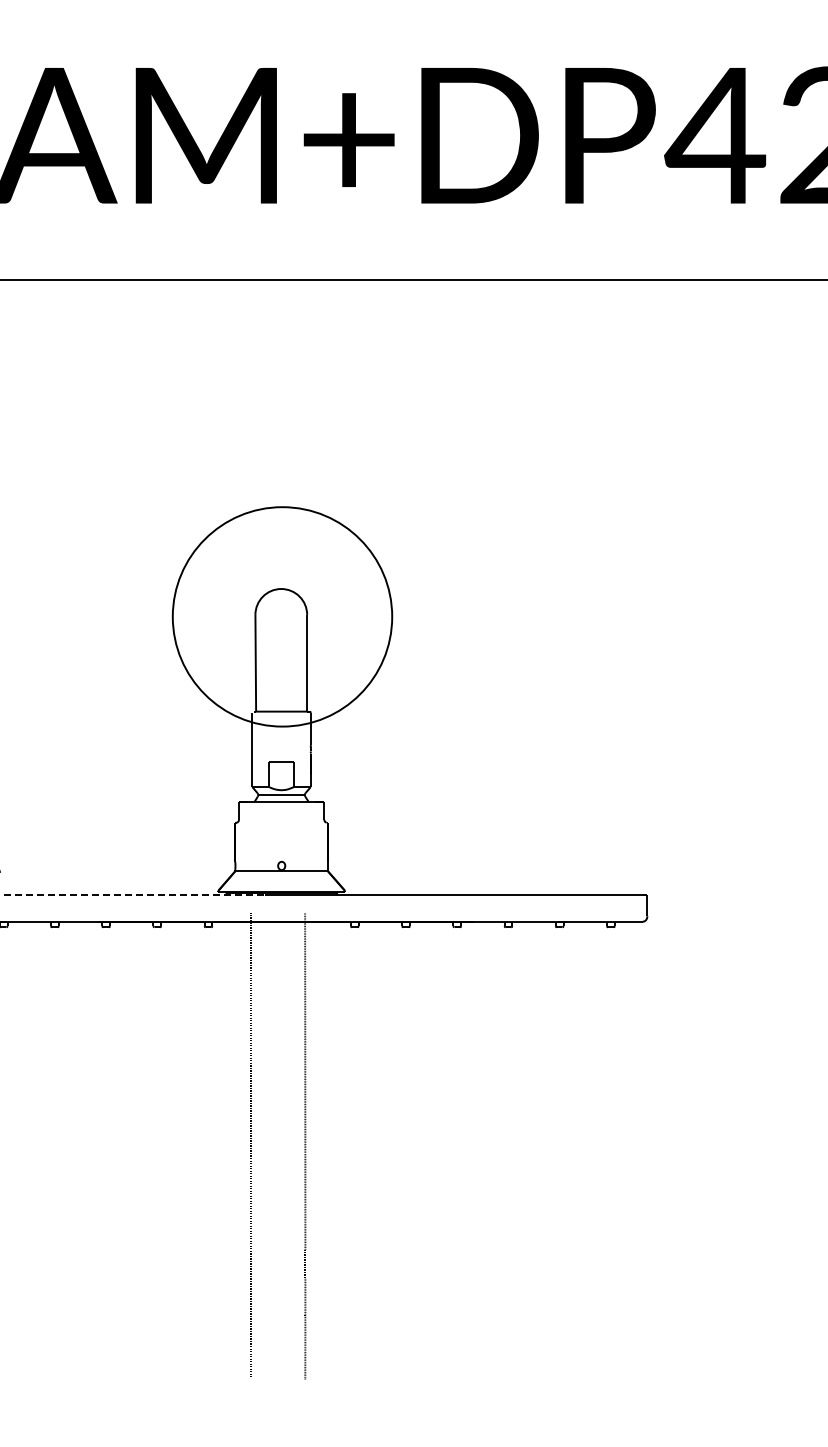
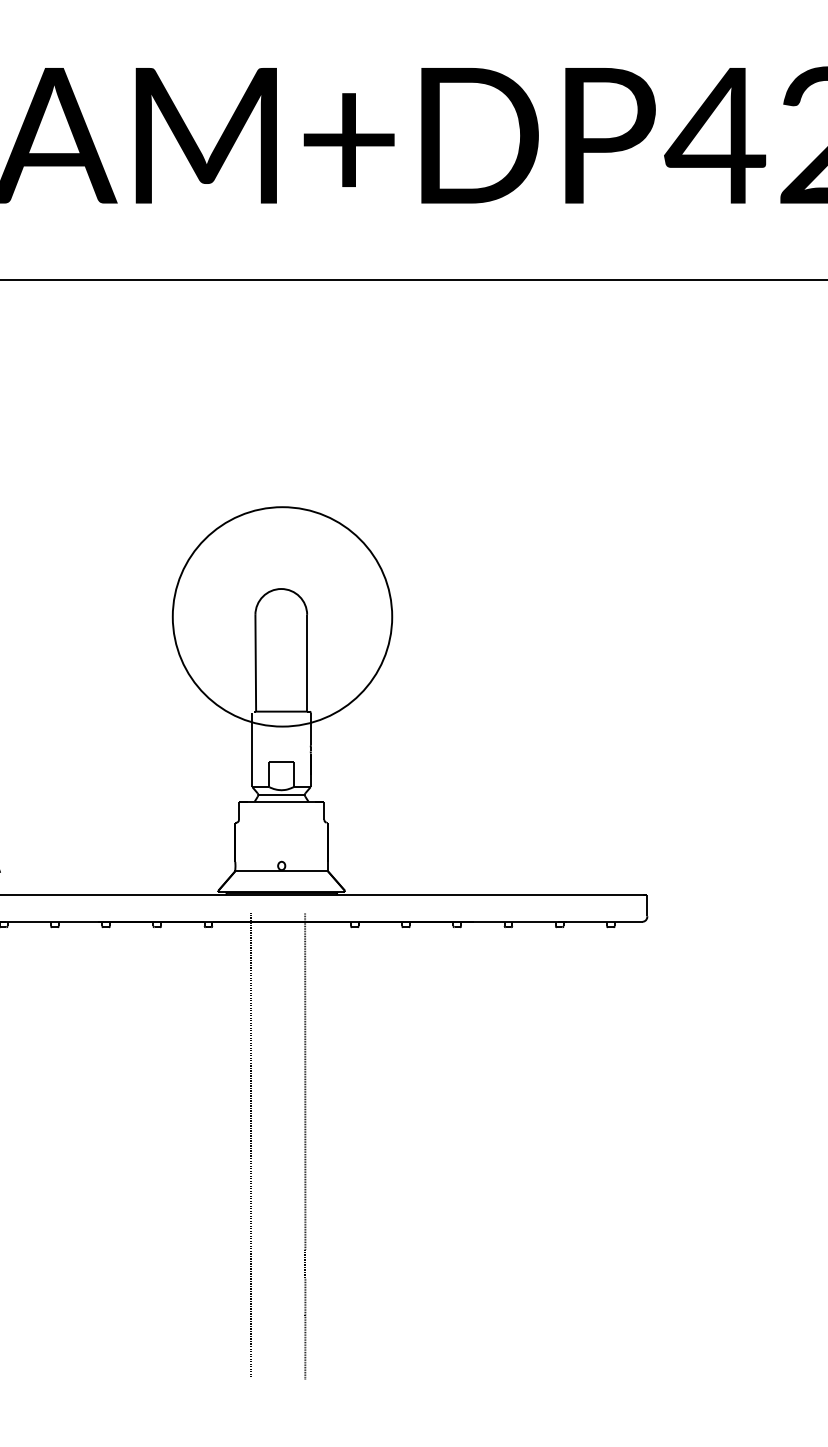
line at (132, 894): dashed -> solid
